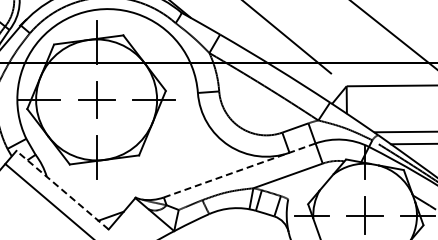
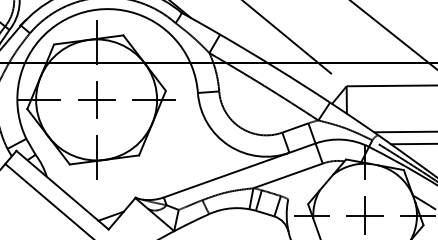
line at (239, 170): dashed -> solid
line at (62, 190): dashed -> solid
